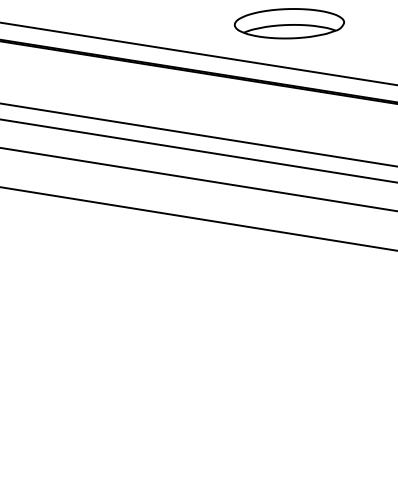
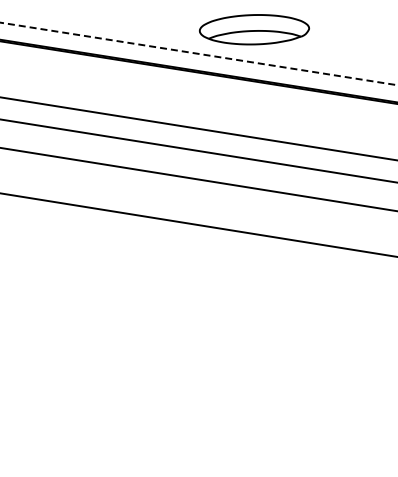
part at (289, 23) position: (289, 23) -> (254, 29)
line at (198, 53): solid -> dashed
line at (198, 134) position: (198, 134) -> (198, 128)
line at (198, 218) position: (198, 218) -> (198, 224)
